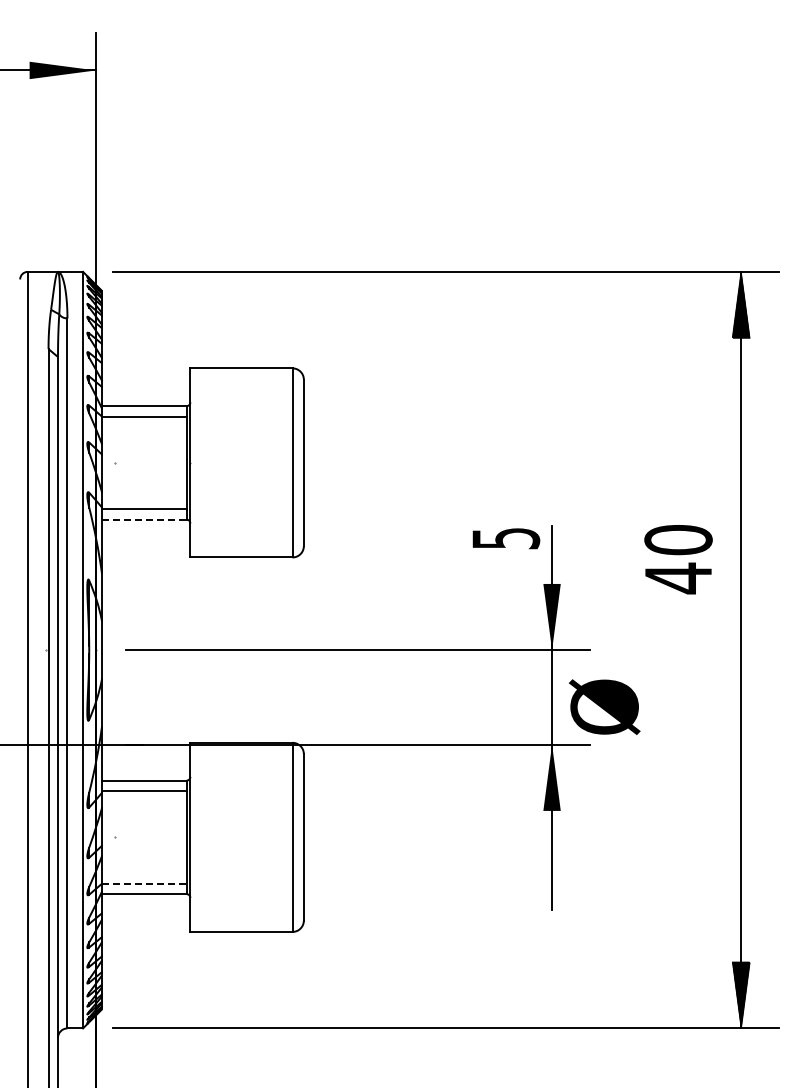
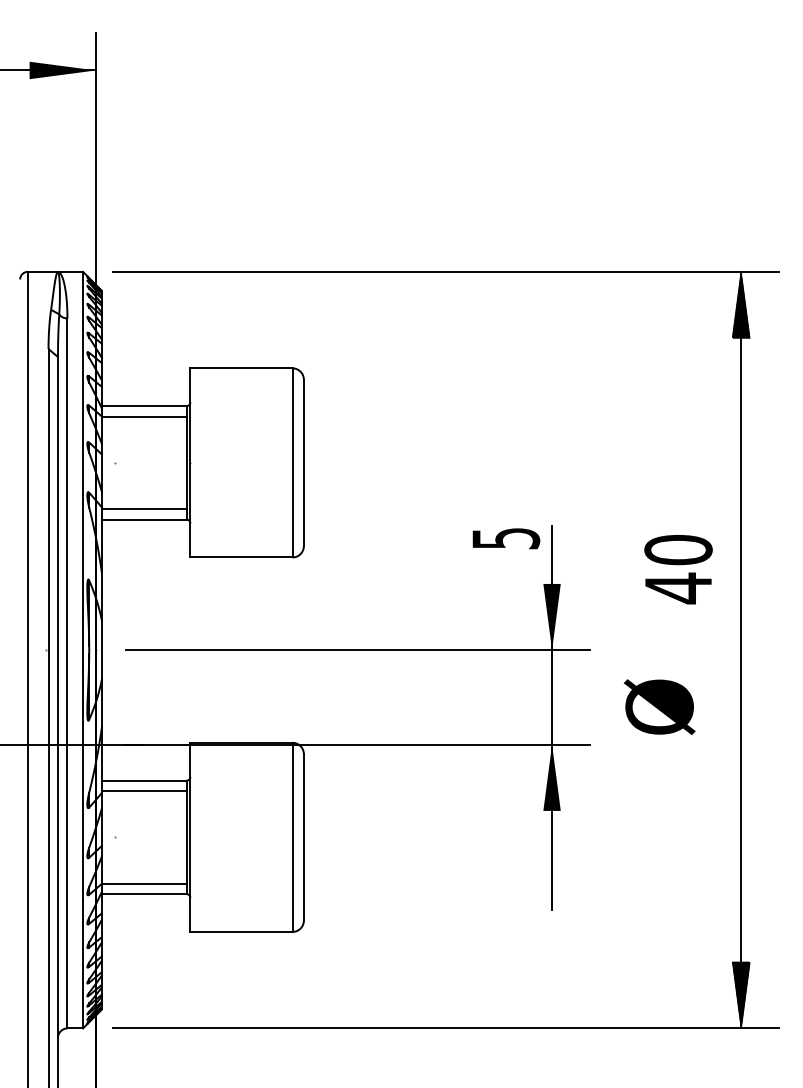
line at (144, 519): dashed -> solid
text at (678, 559) position: (678, 559) -> (678, 569)
text at (604, 706) position: (604, 706) -> (659, 706)
line at (144, 883): dashed -> solid
